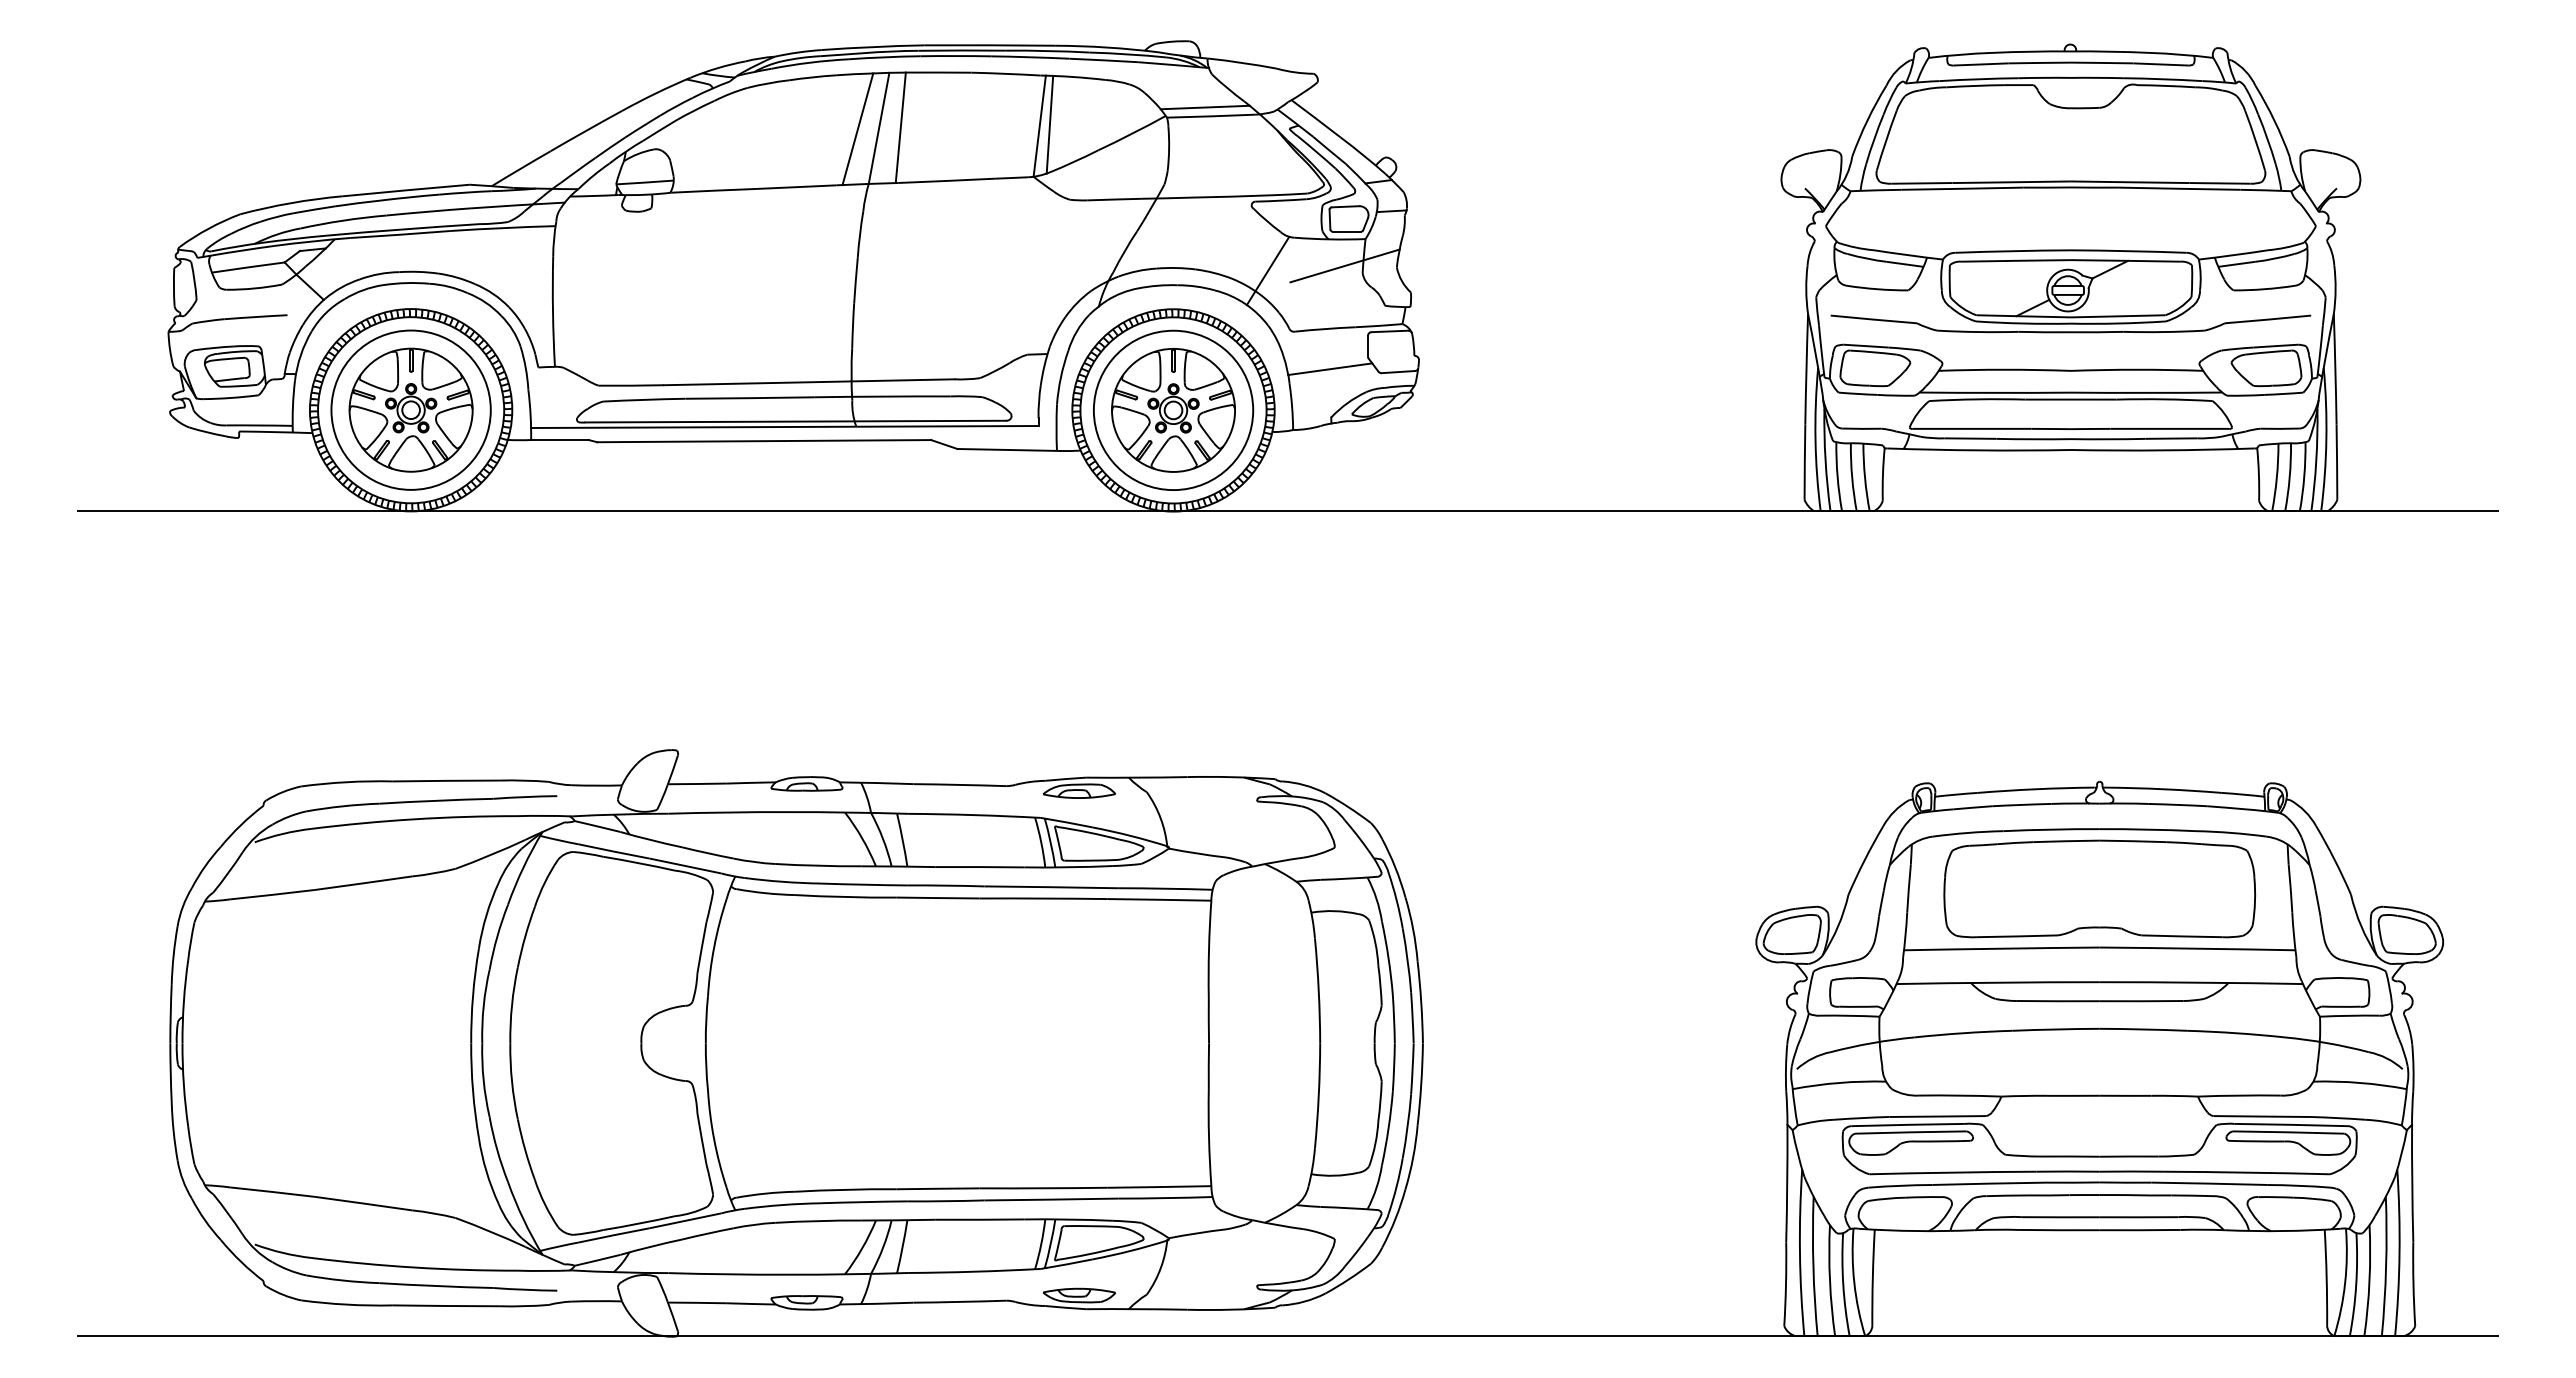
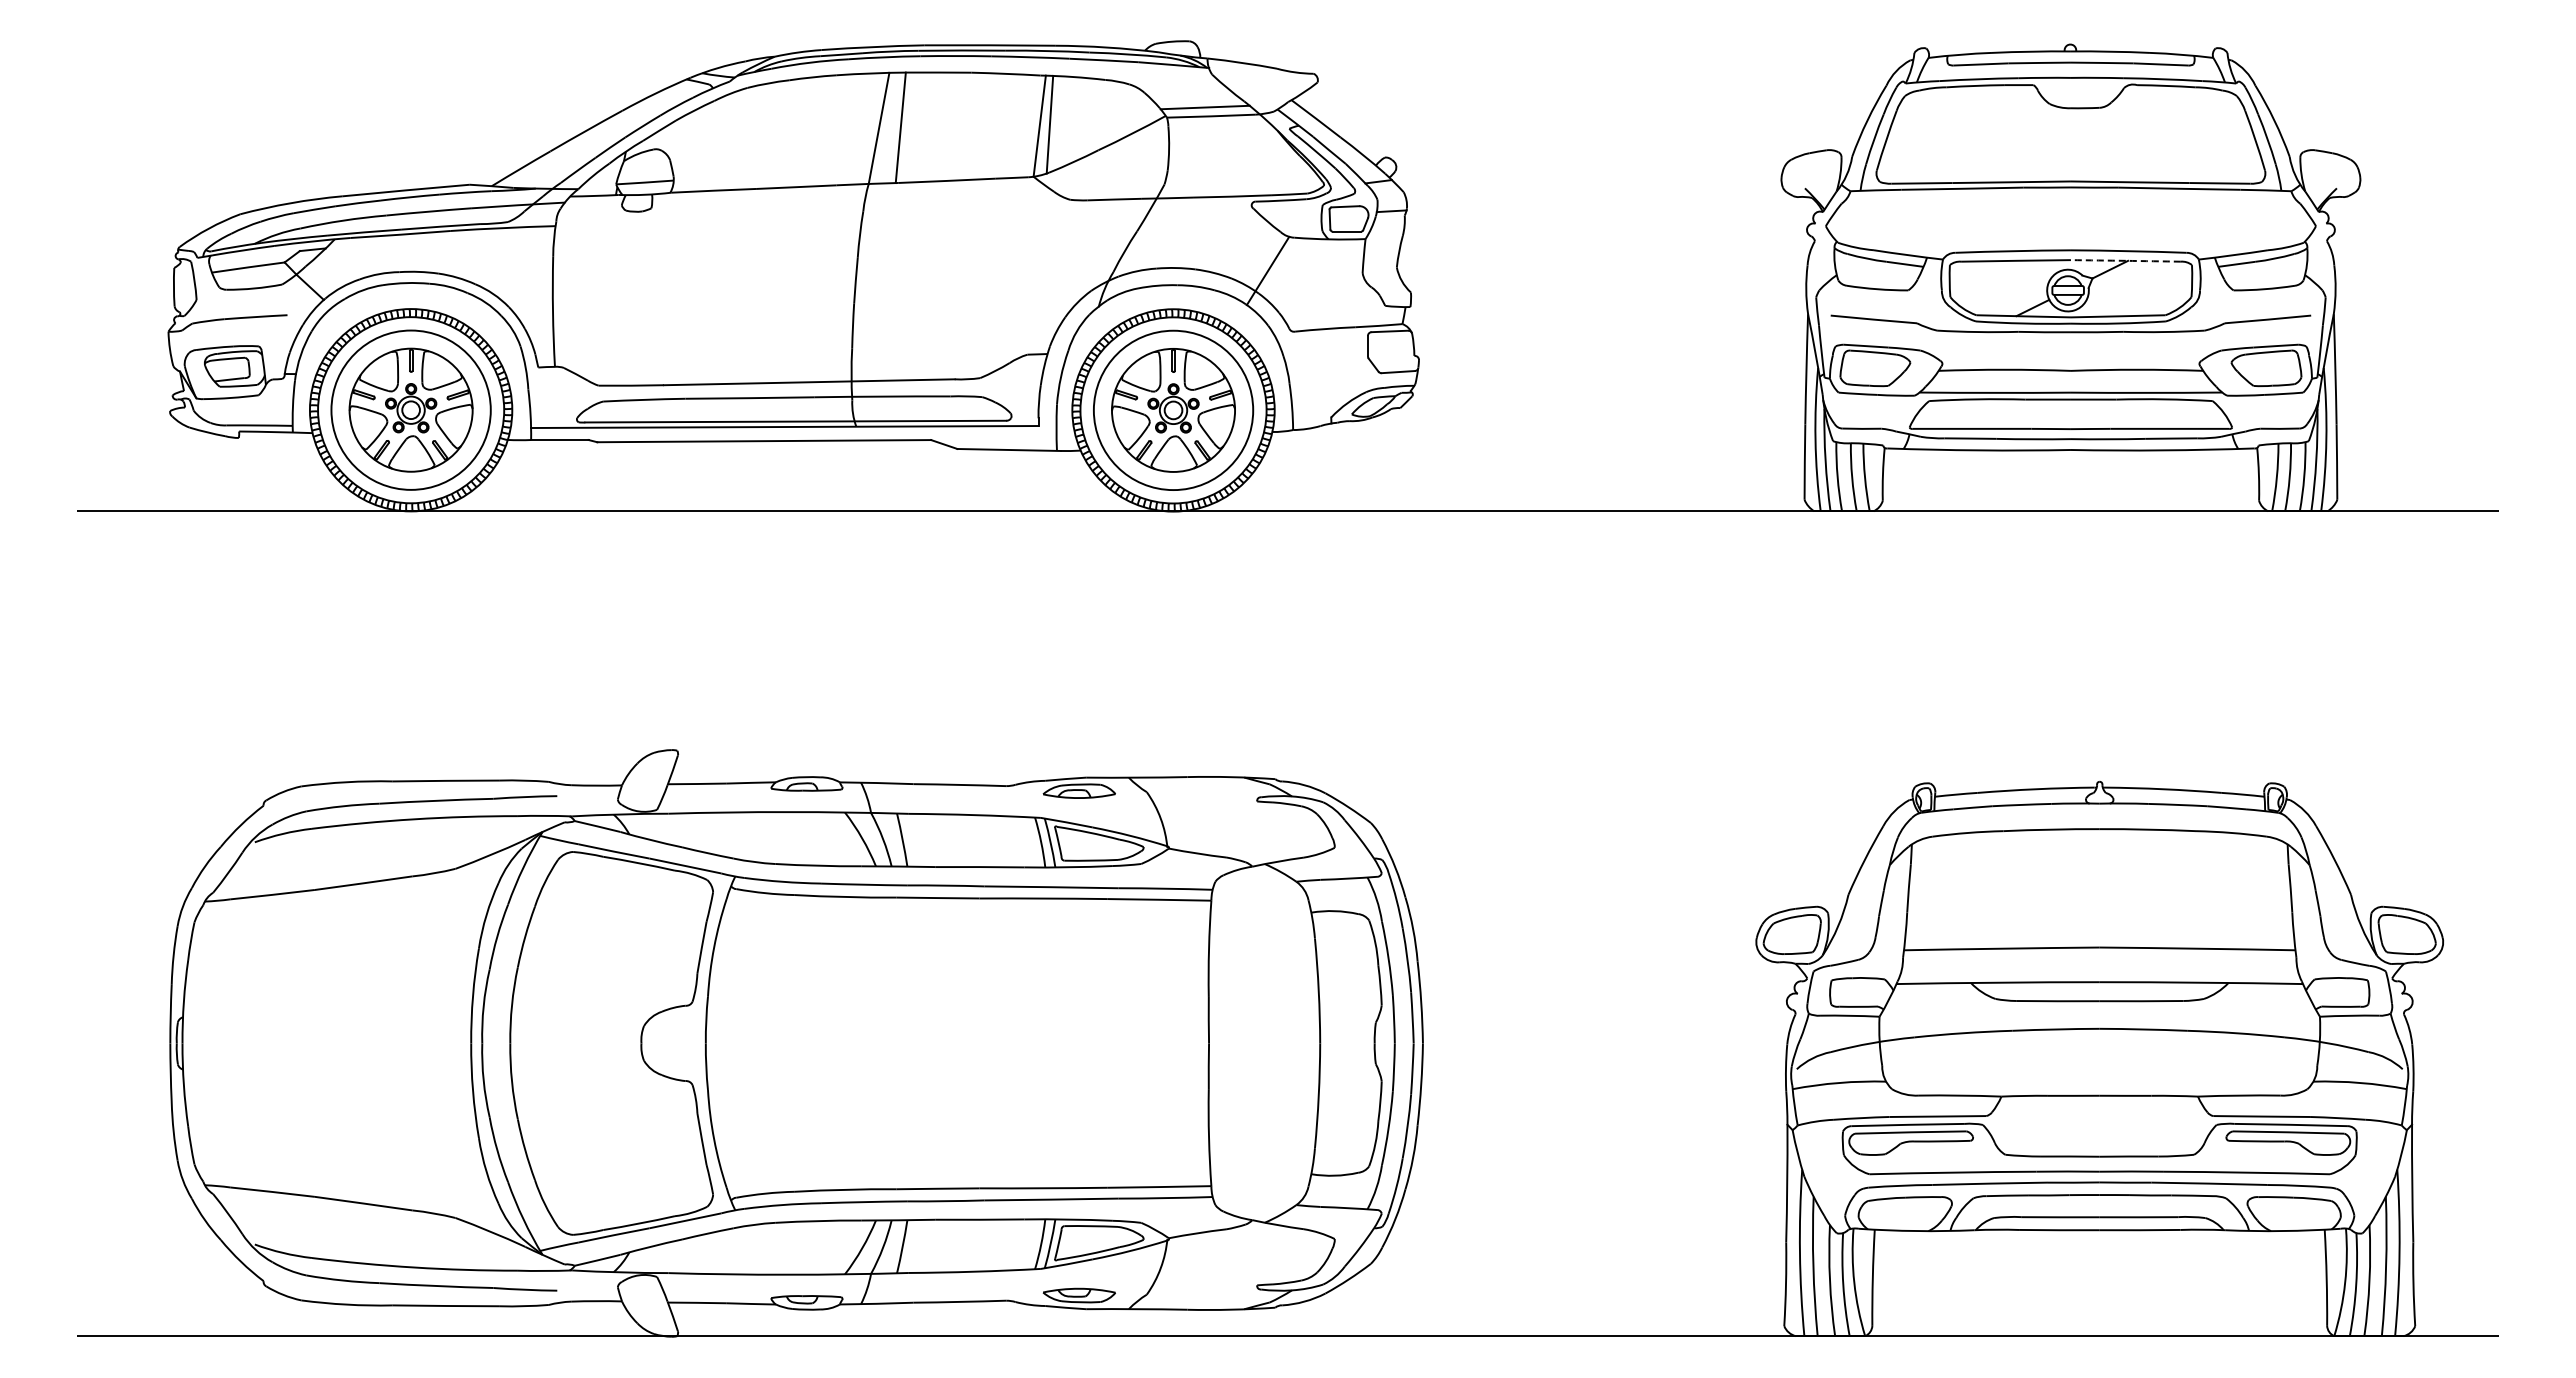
line at (857, 129): present -> none
arc at (2125, 260): solid -> dashed
line at (1344, 265): present -> none
line at (1330, 369): present -> none
part at (2099, 888): present -> none
